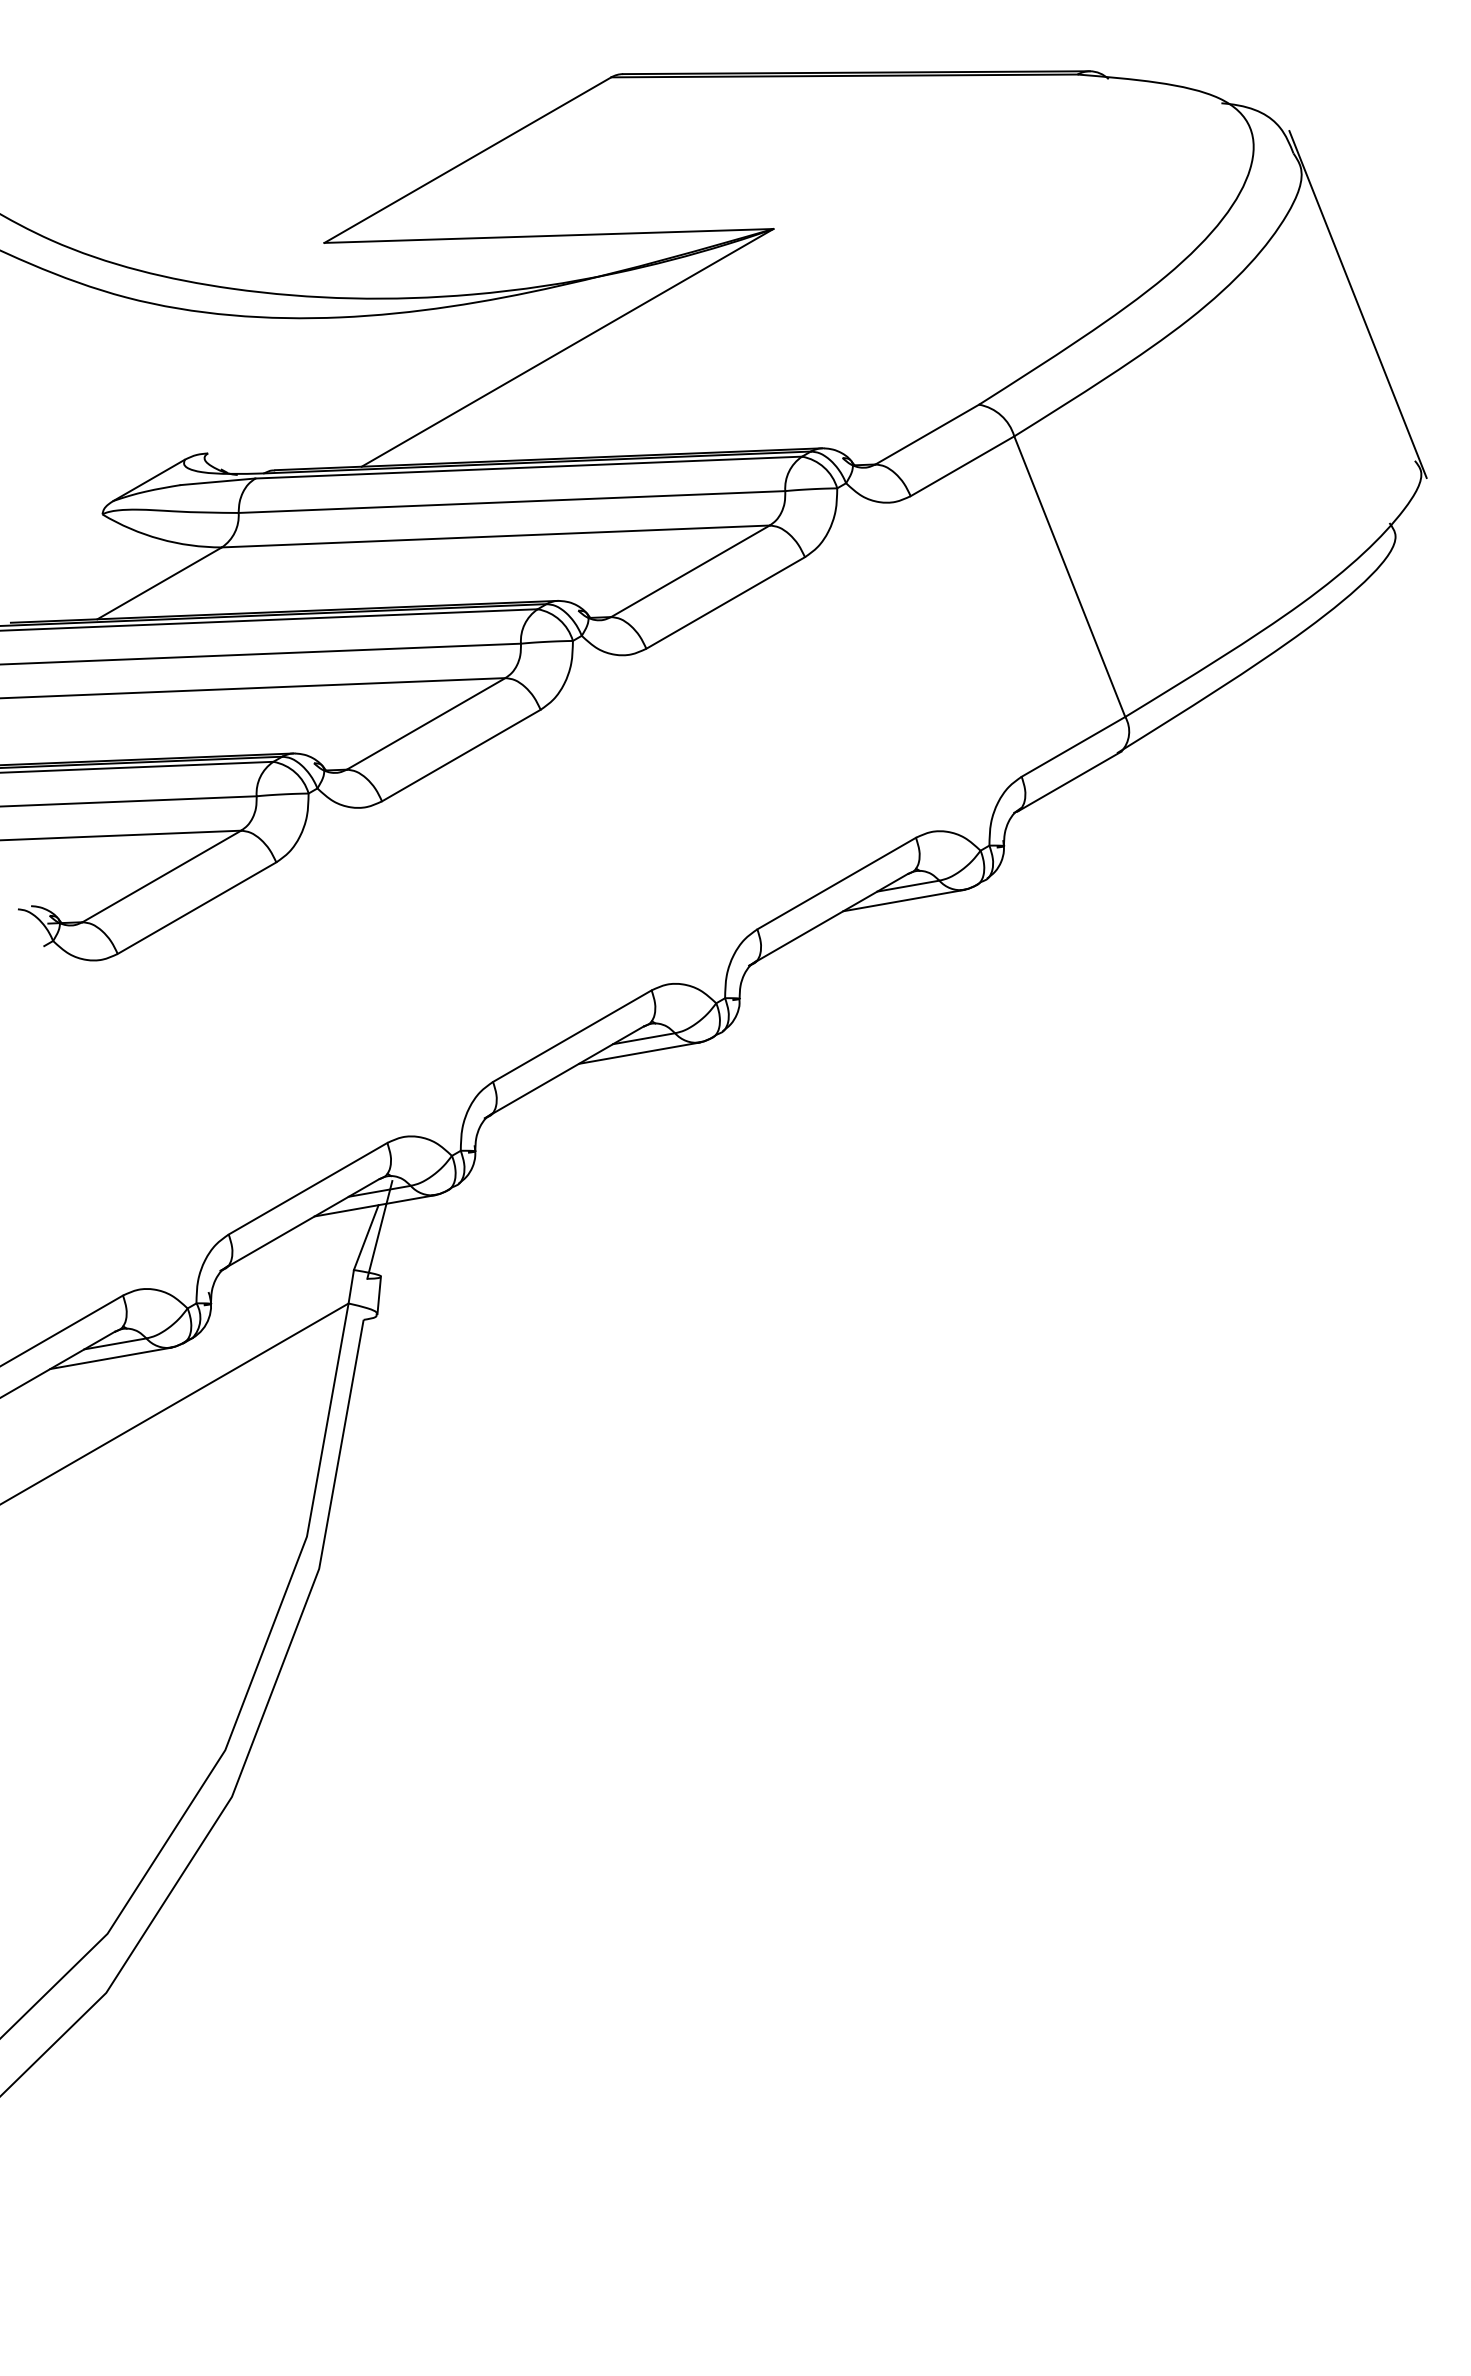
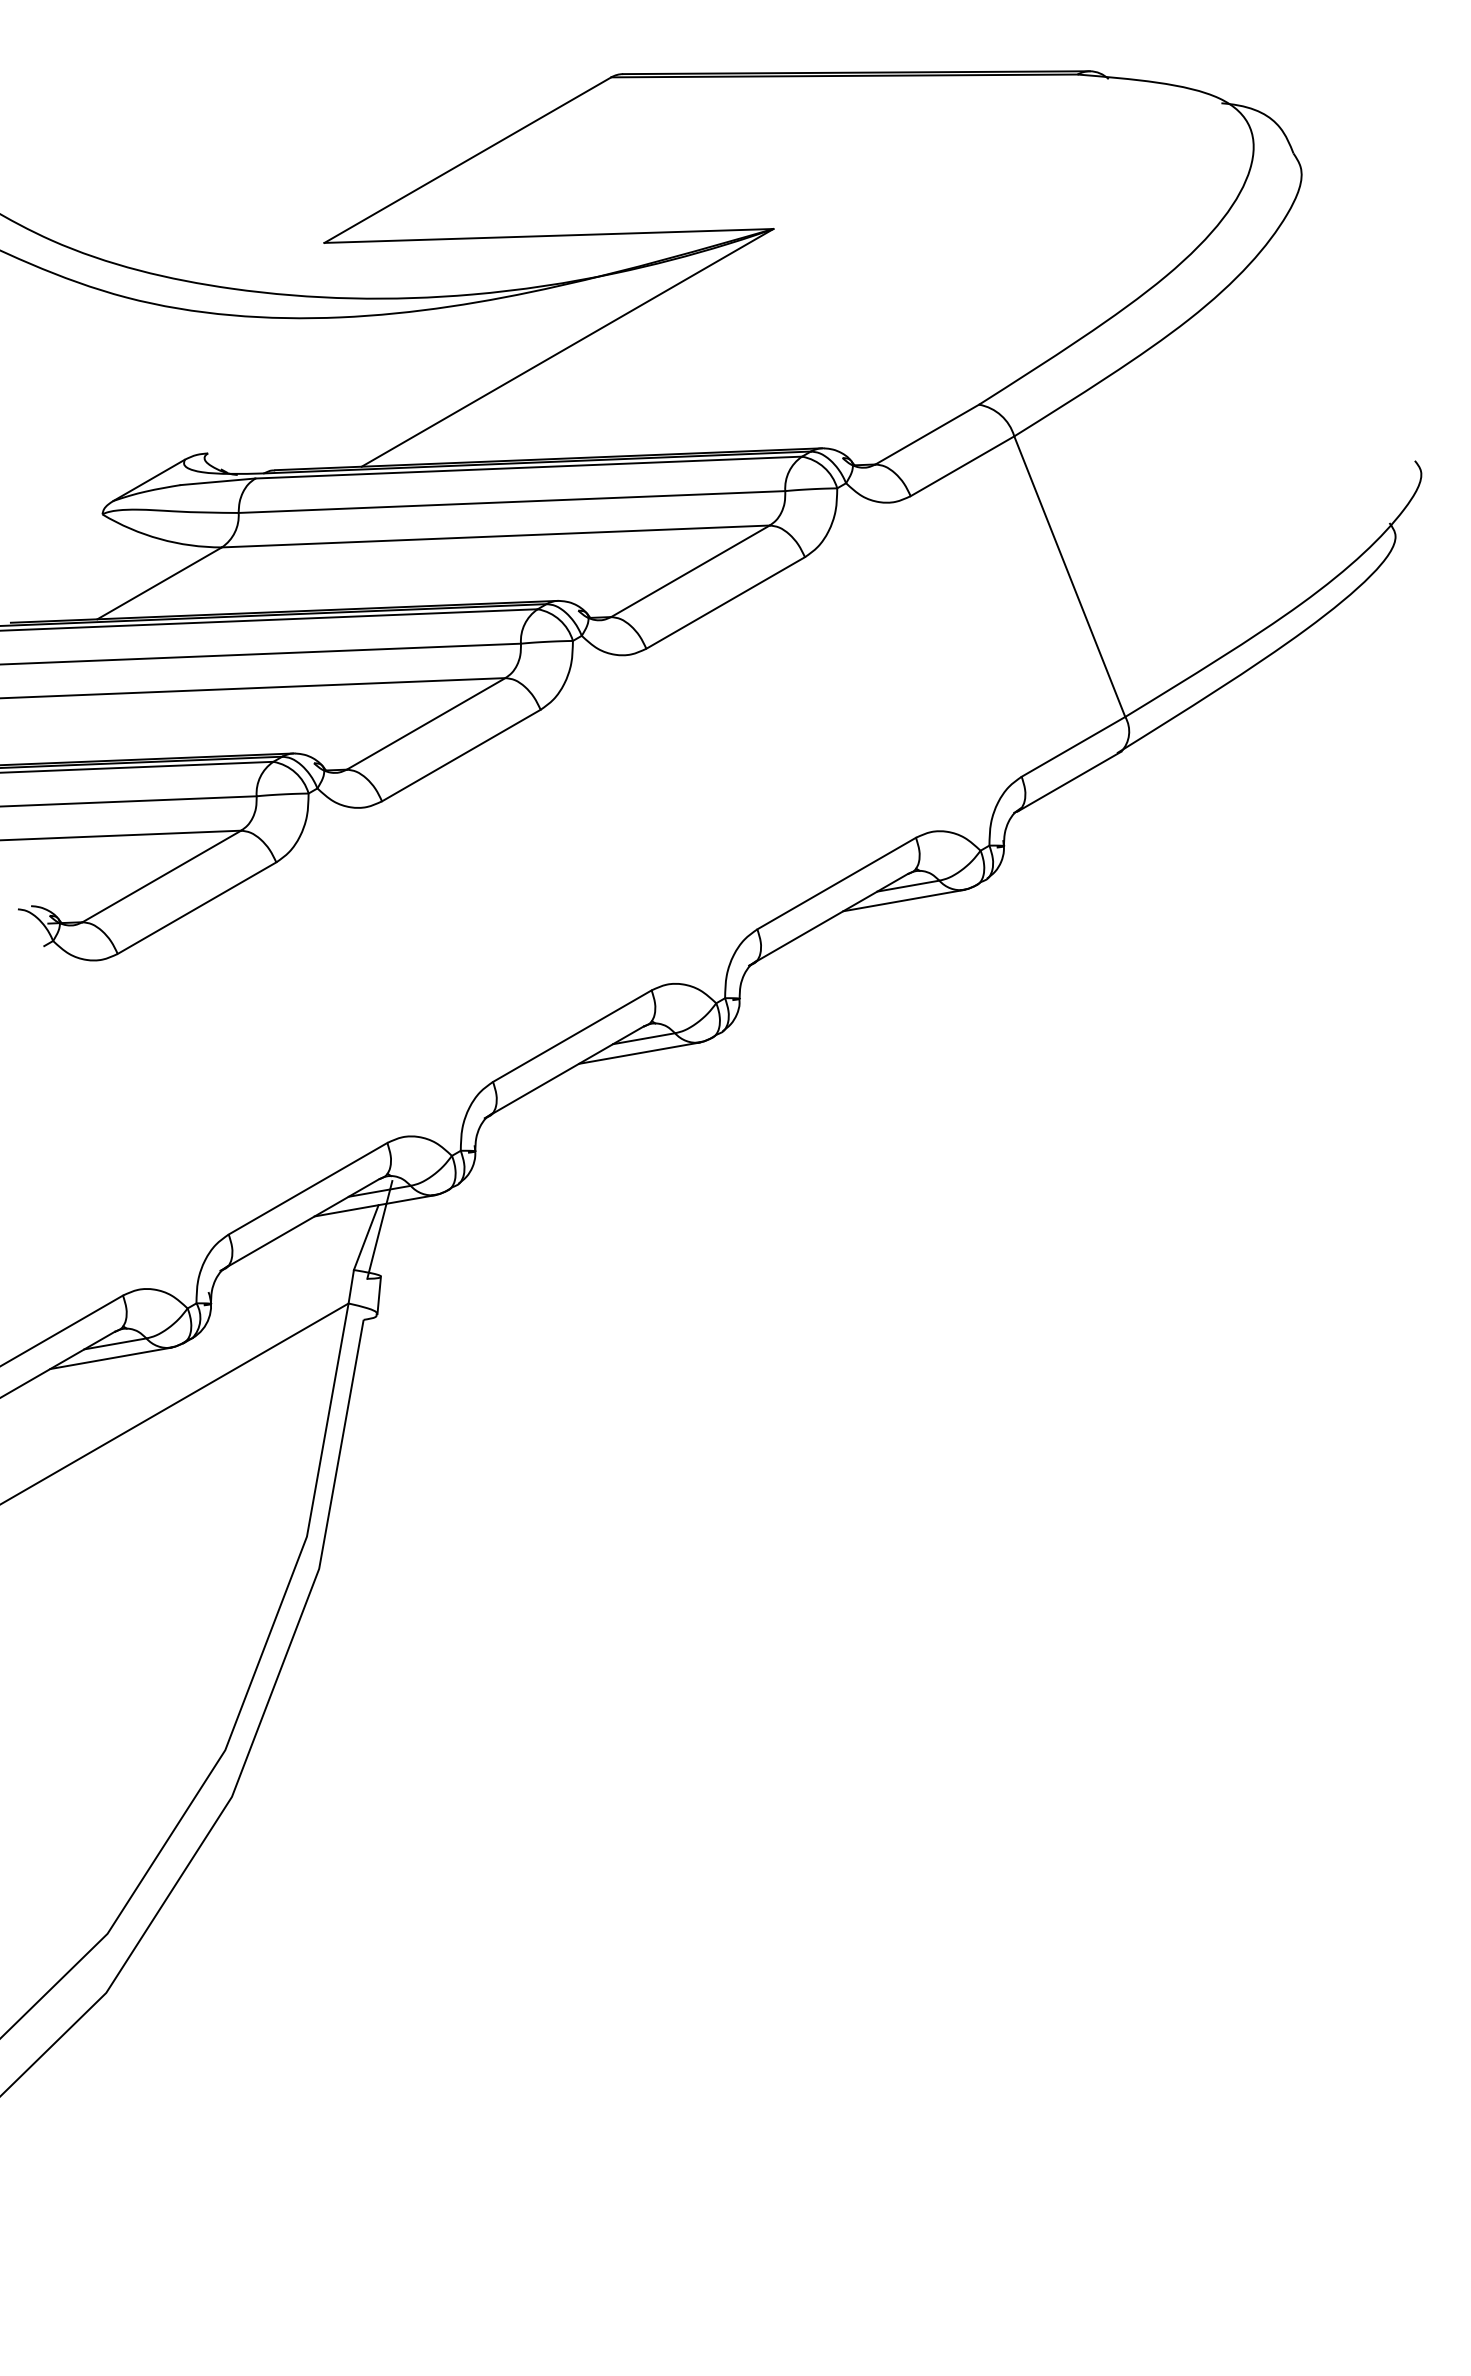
line at (1357, 304): present -> none
